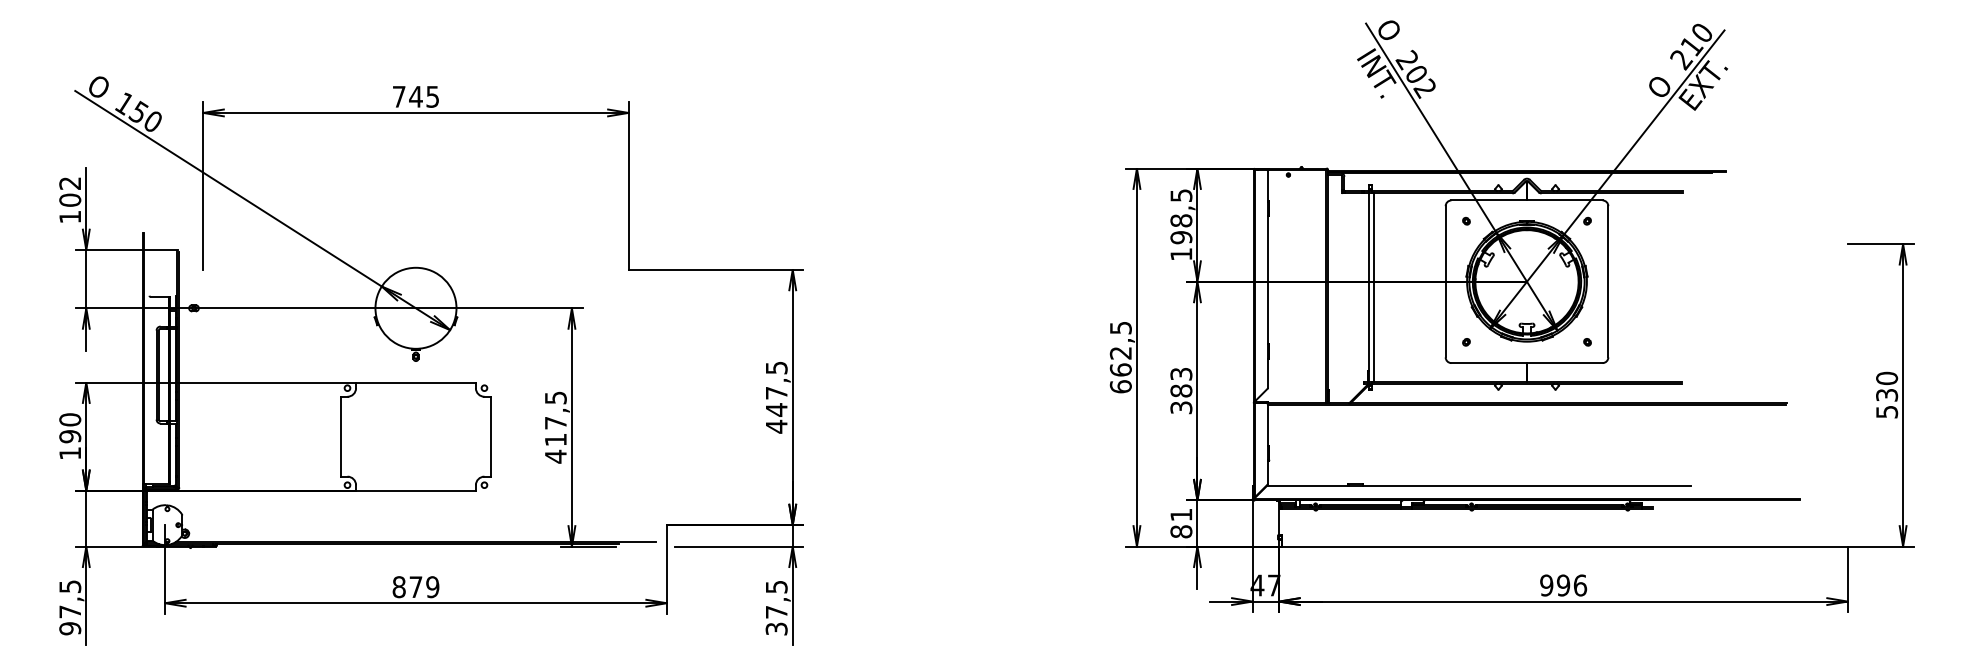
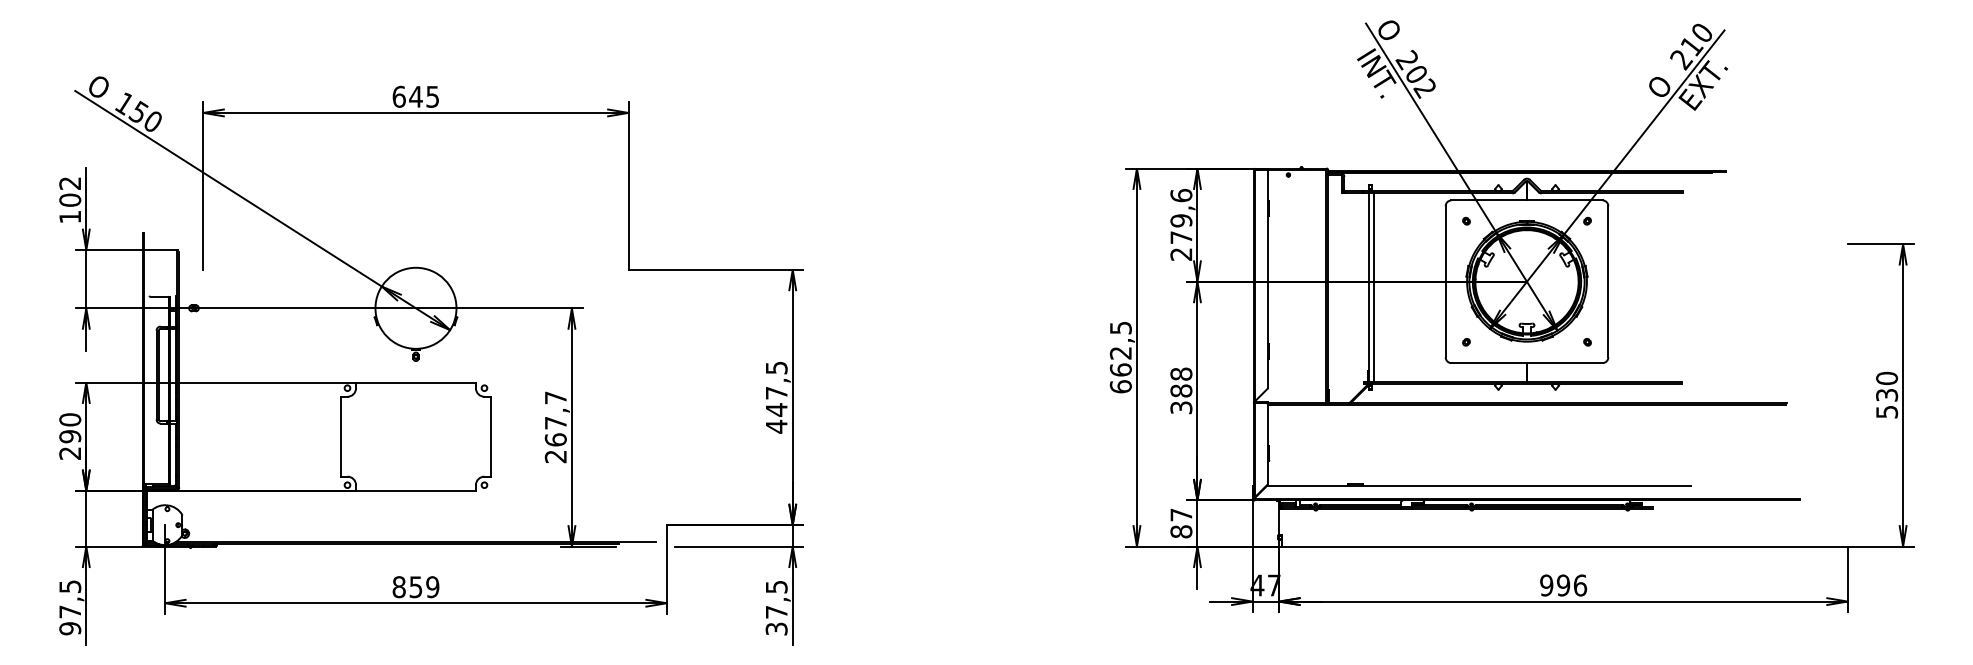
text at (398, 96): 745 -> 645
text at (1181, 224): 198,5 -> 279,6
text at (1181, 373): 383 -> 388
text at (555, 427): 417,5 -> 267,7
text at (69, 453): 190 -> 290
text at (1181, 514): 81 -> 87
text at (415, 587): 879 -> 859
